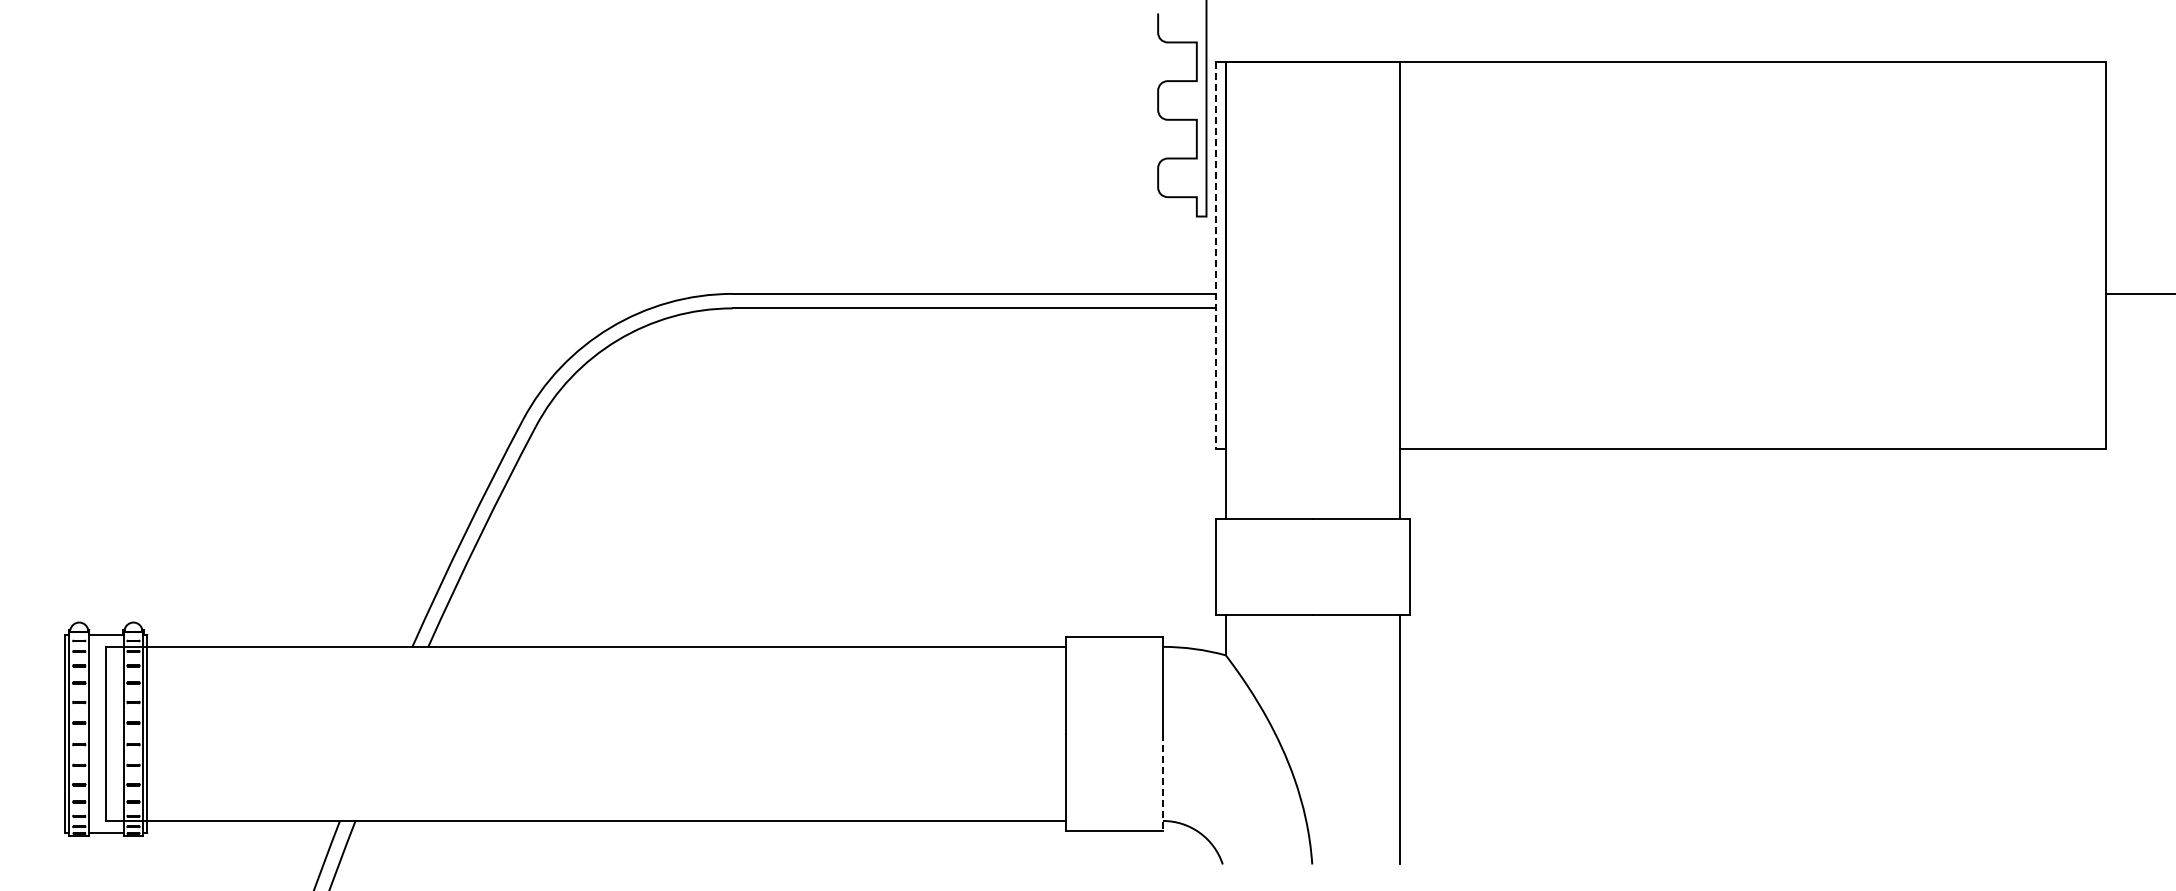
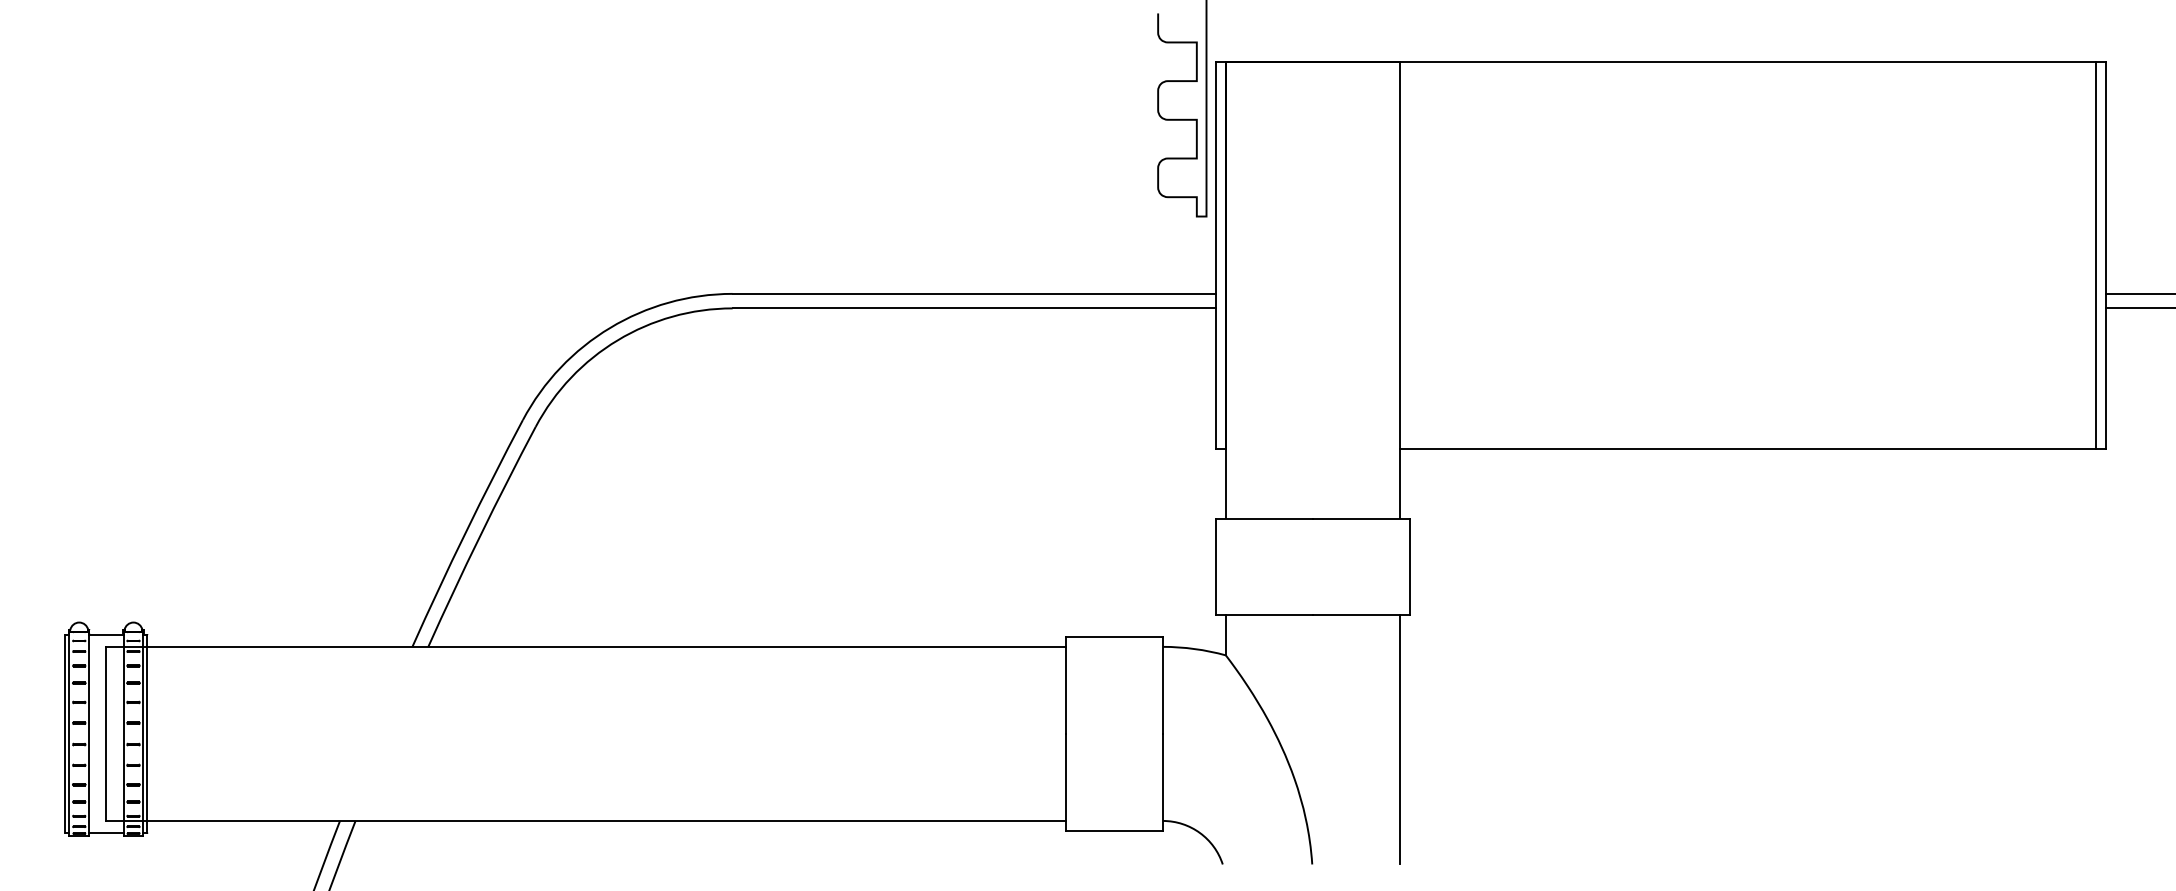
line at (2096, 254): none -> present
line at (1216, 255): dashed -> solid
line at (2138, 308): none -> present
line at (1162, 782): dashed -> solid
